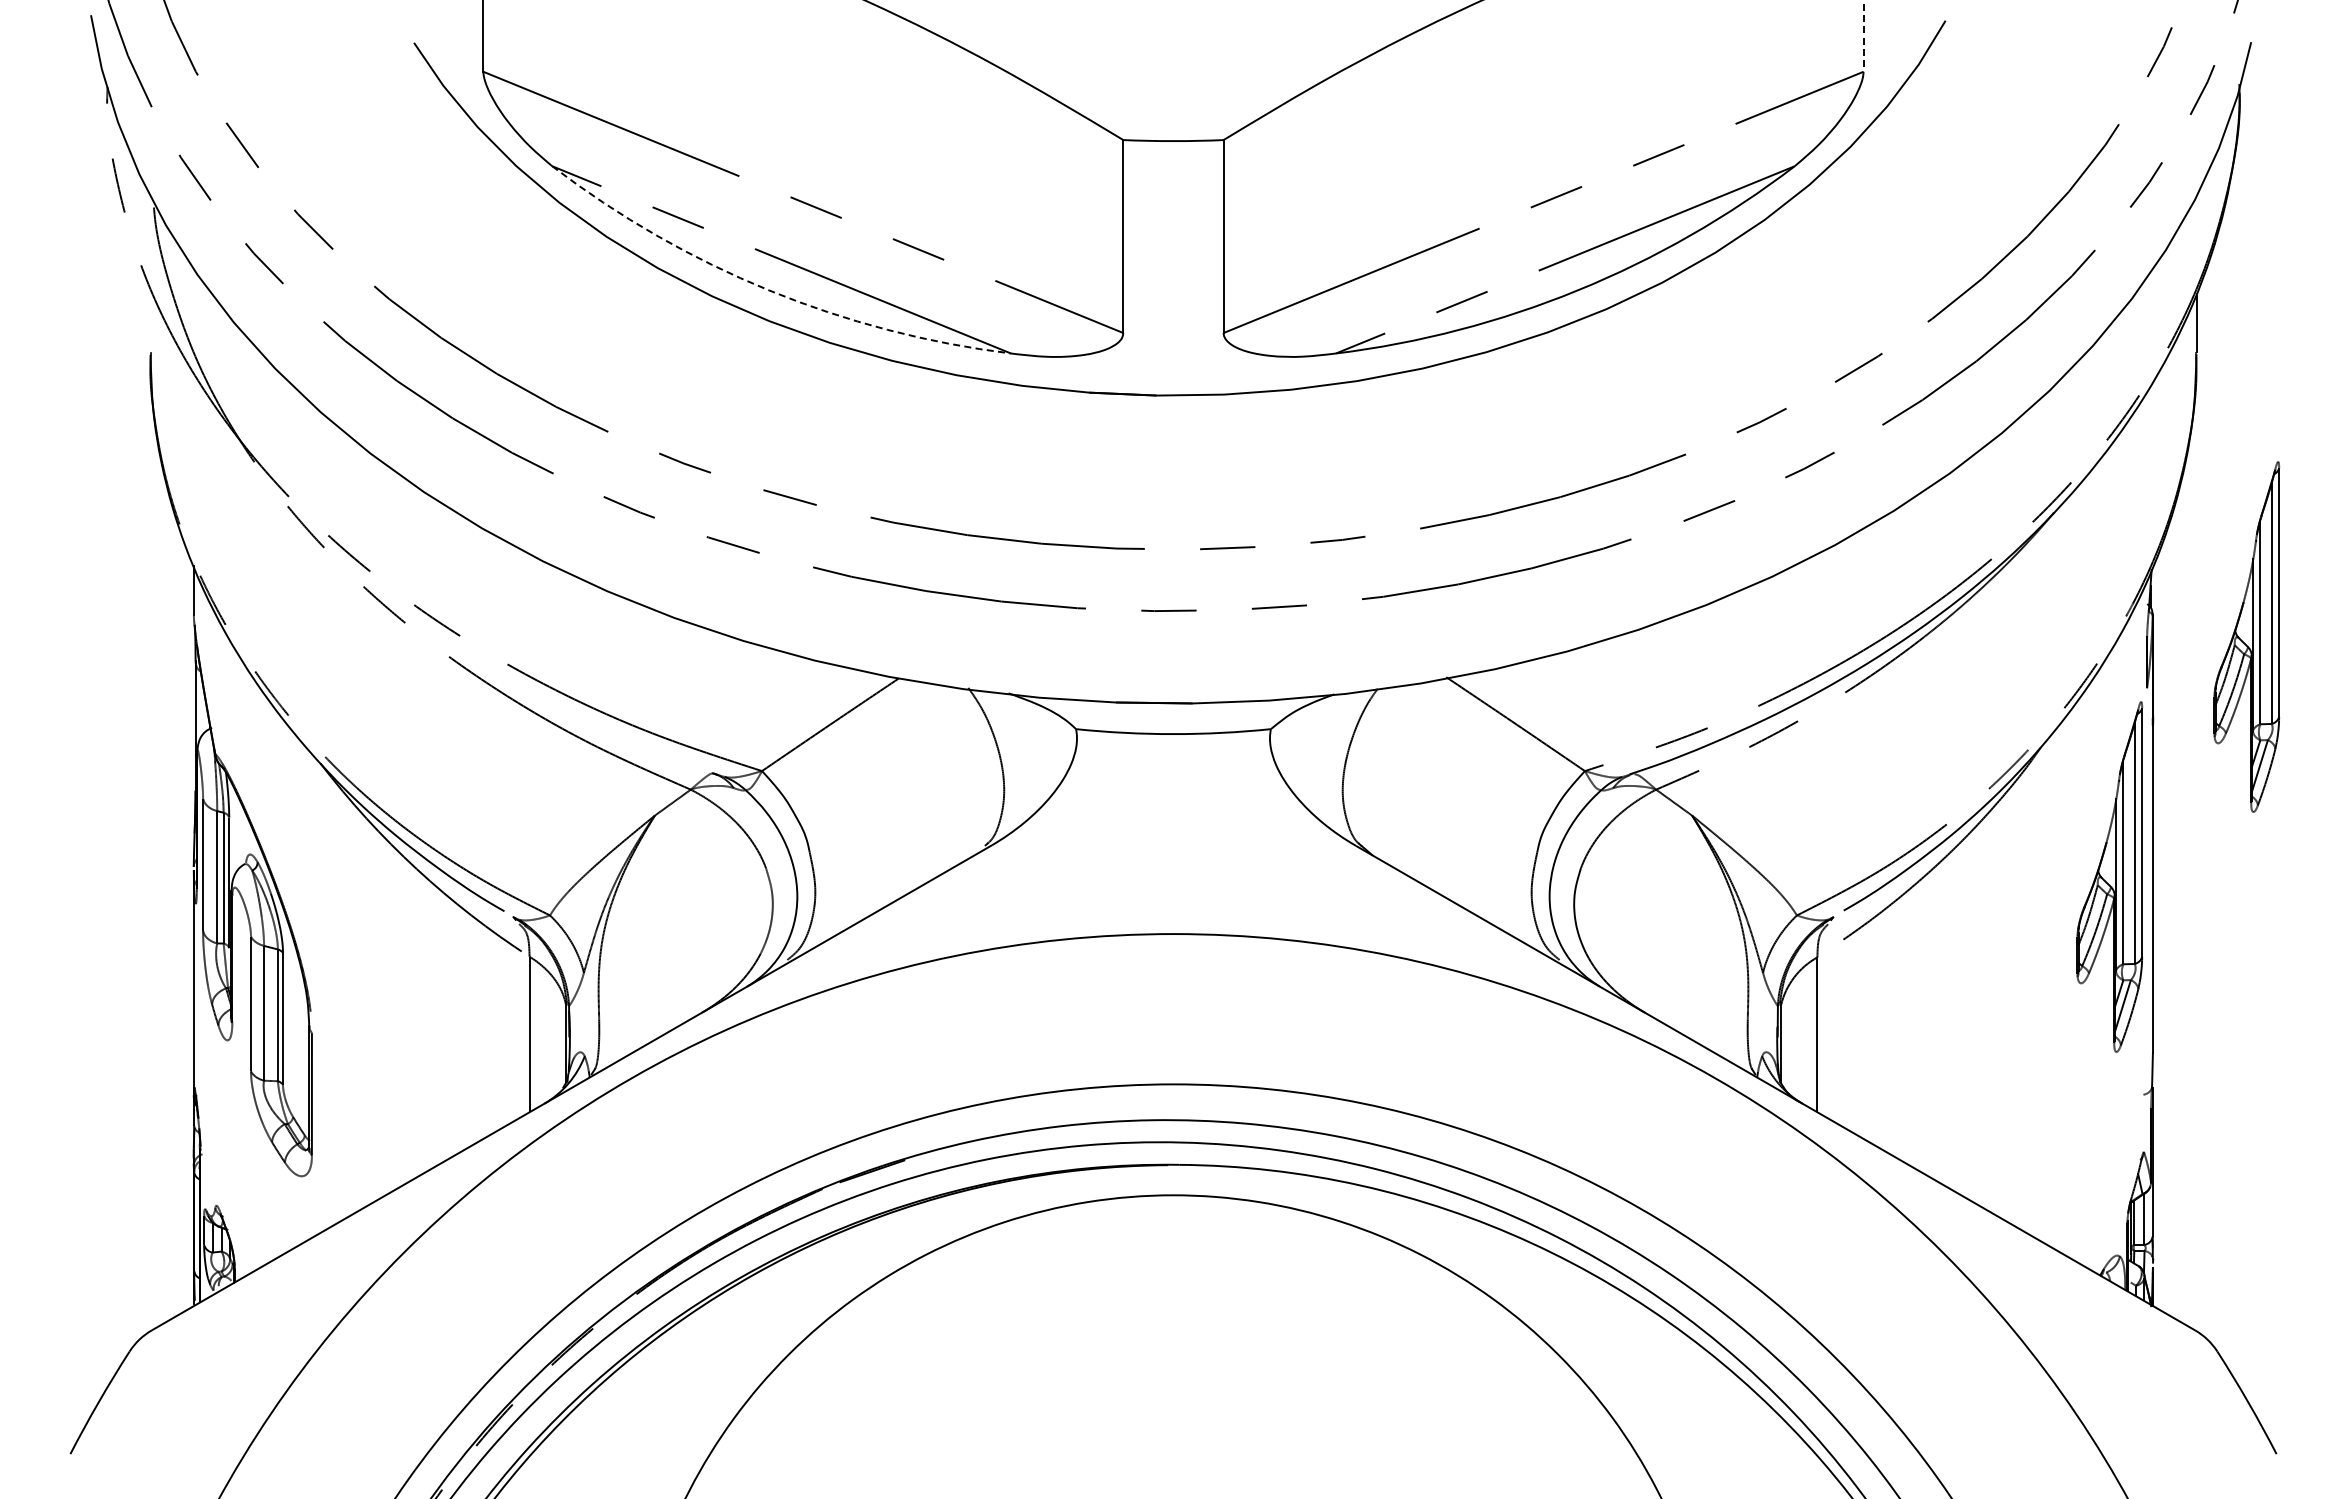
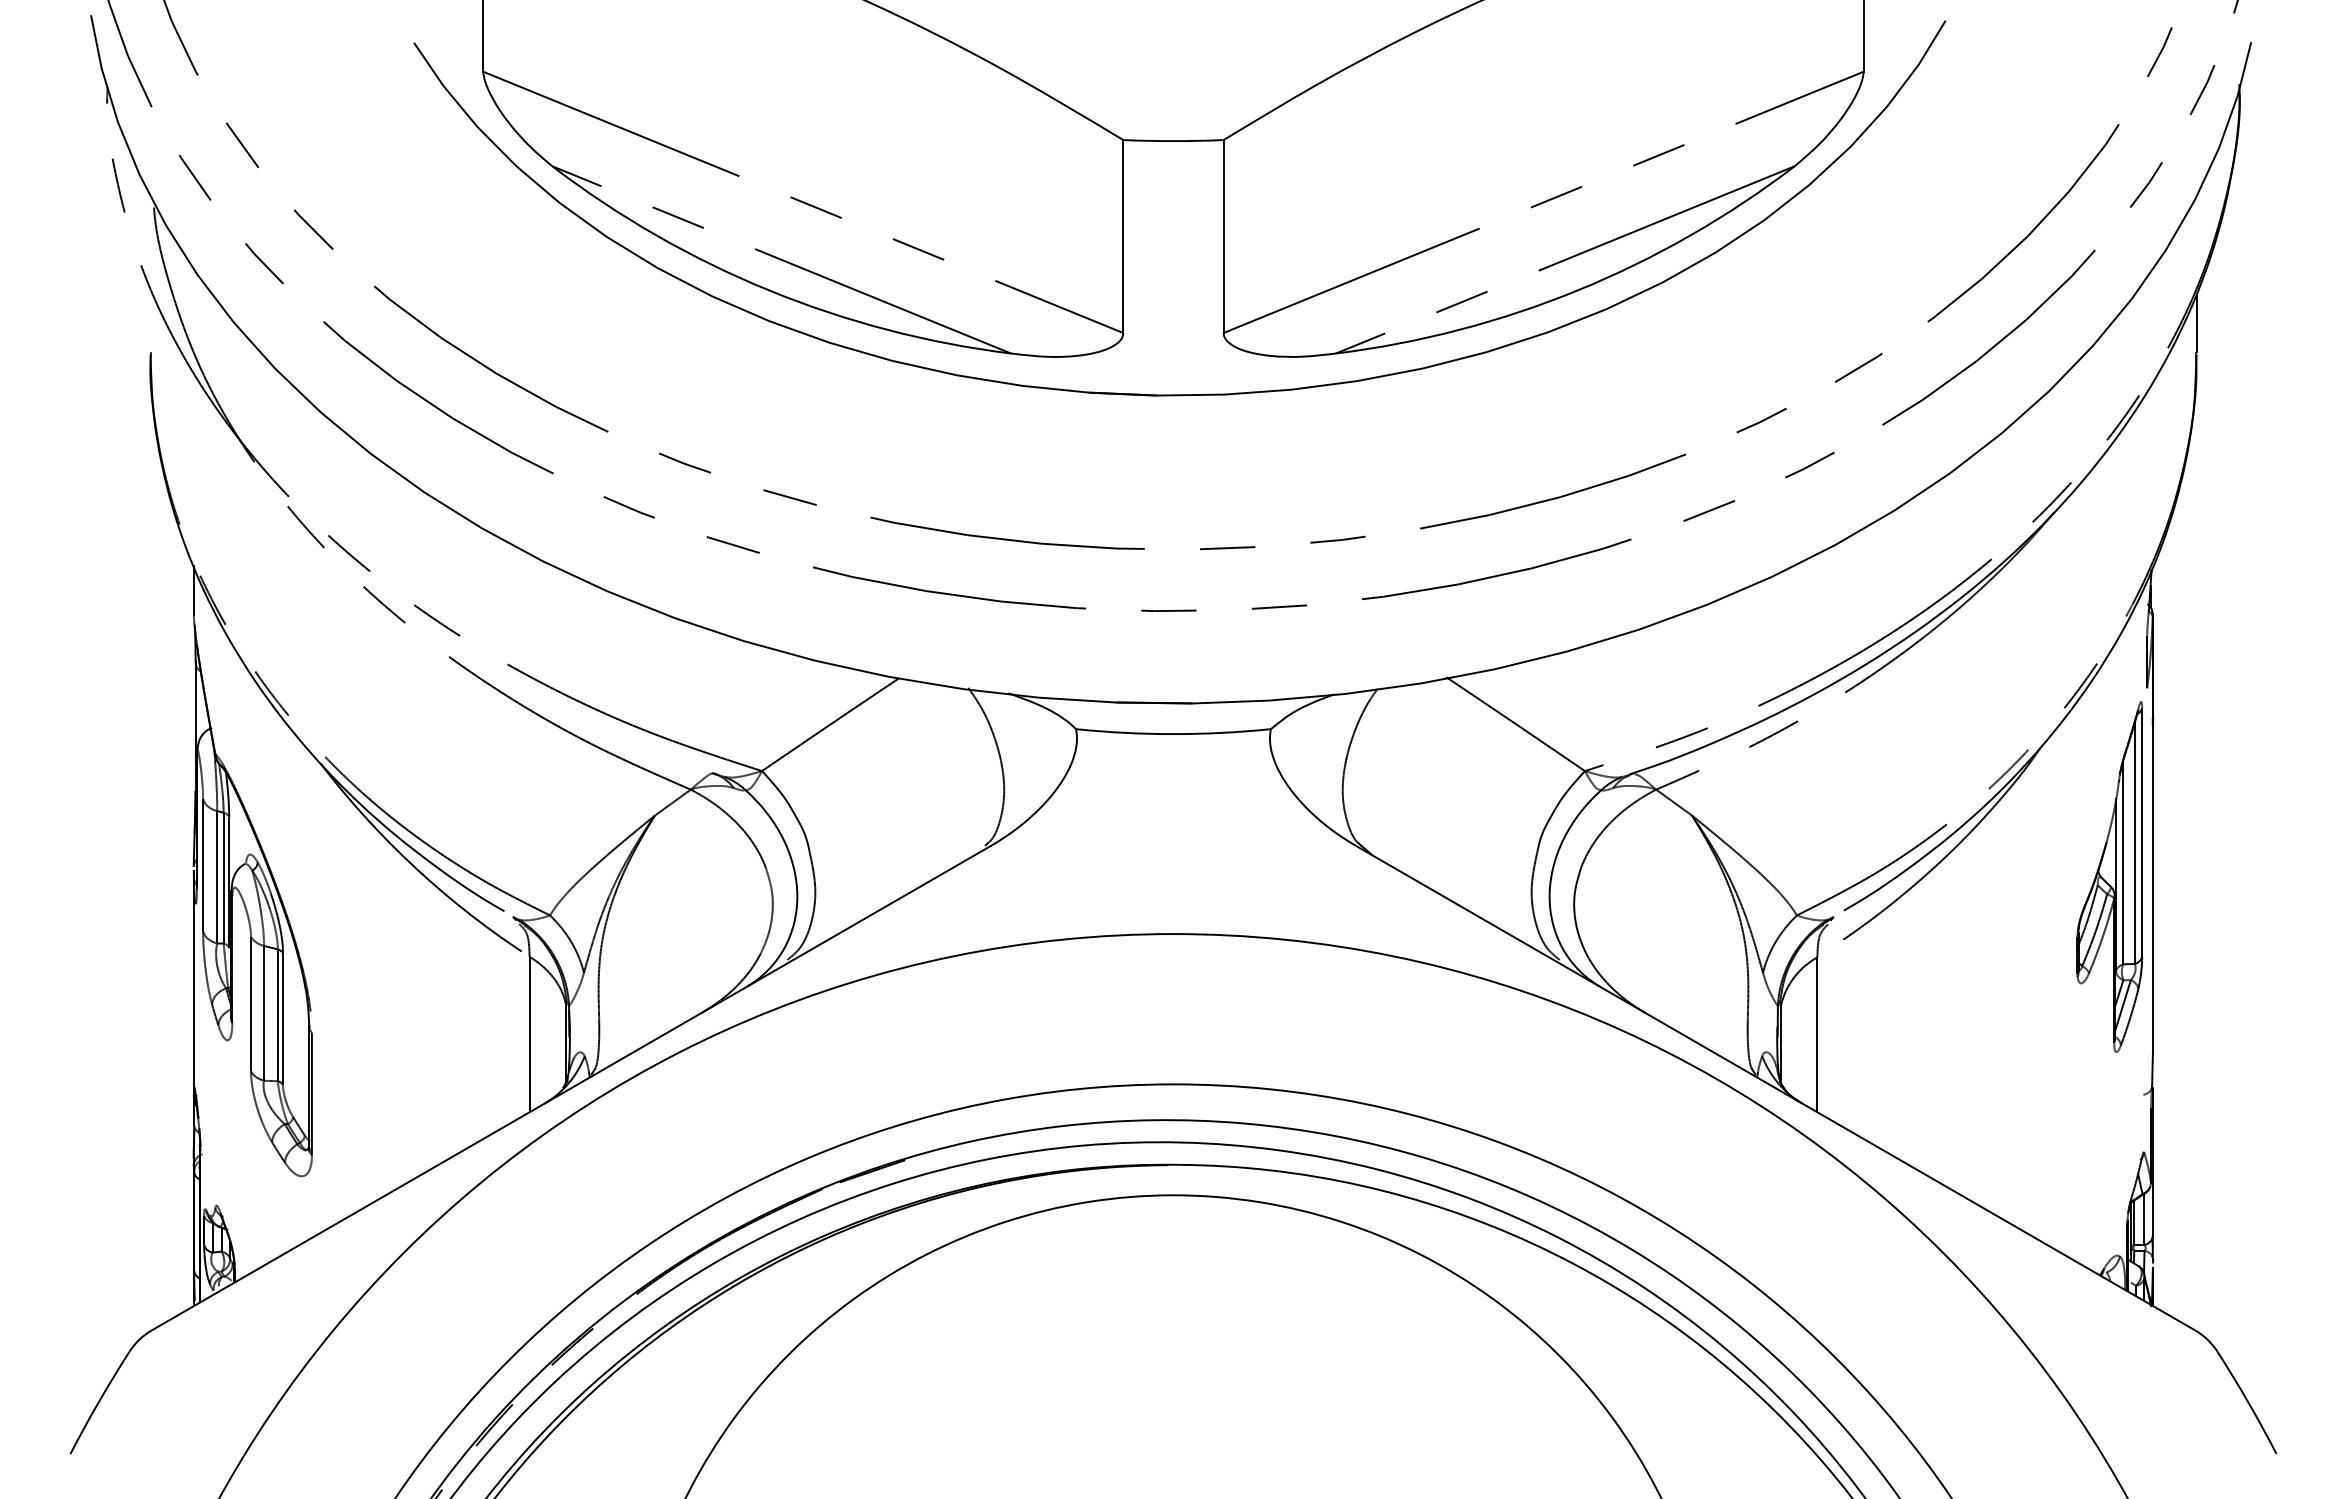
line at (1863, 36): dashed -> solid
arc at (769, 290): dashed -> solid
part at (2246, 636): present -> none
